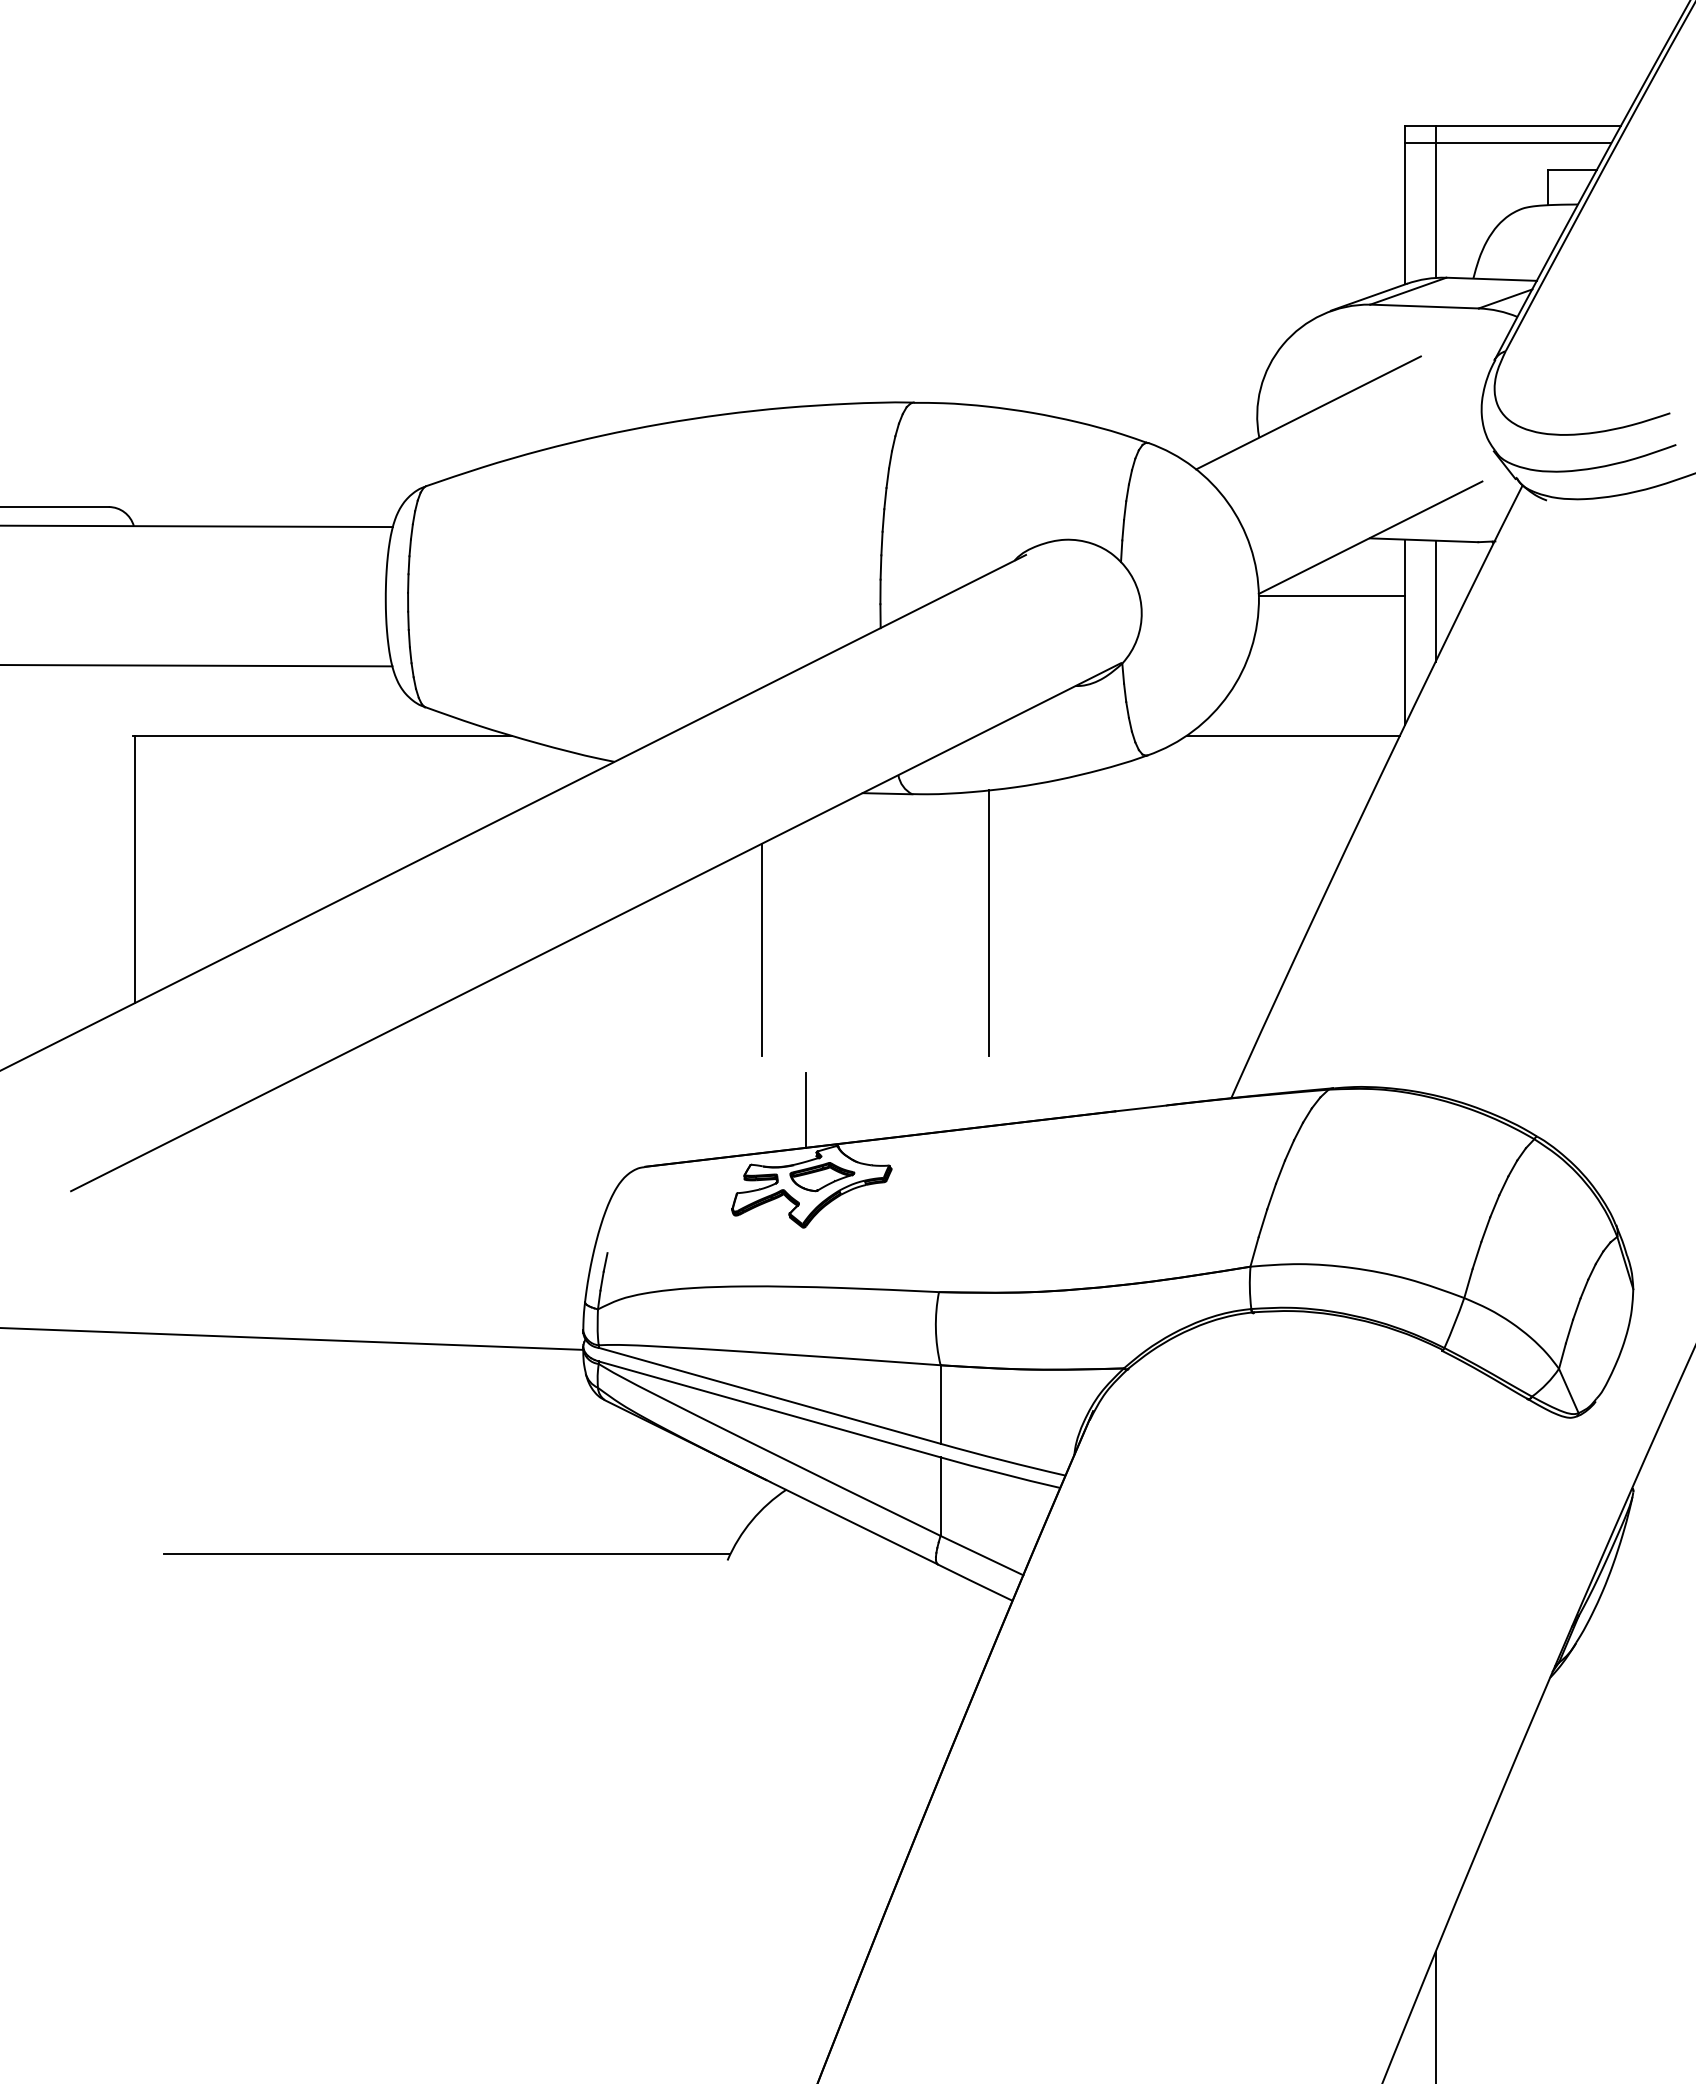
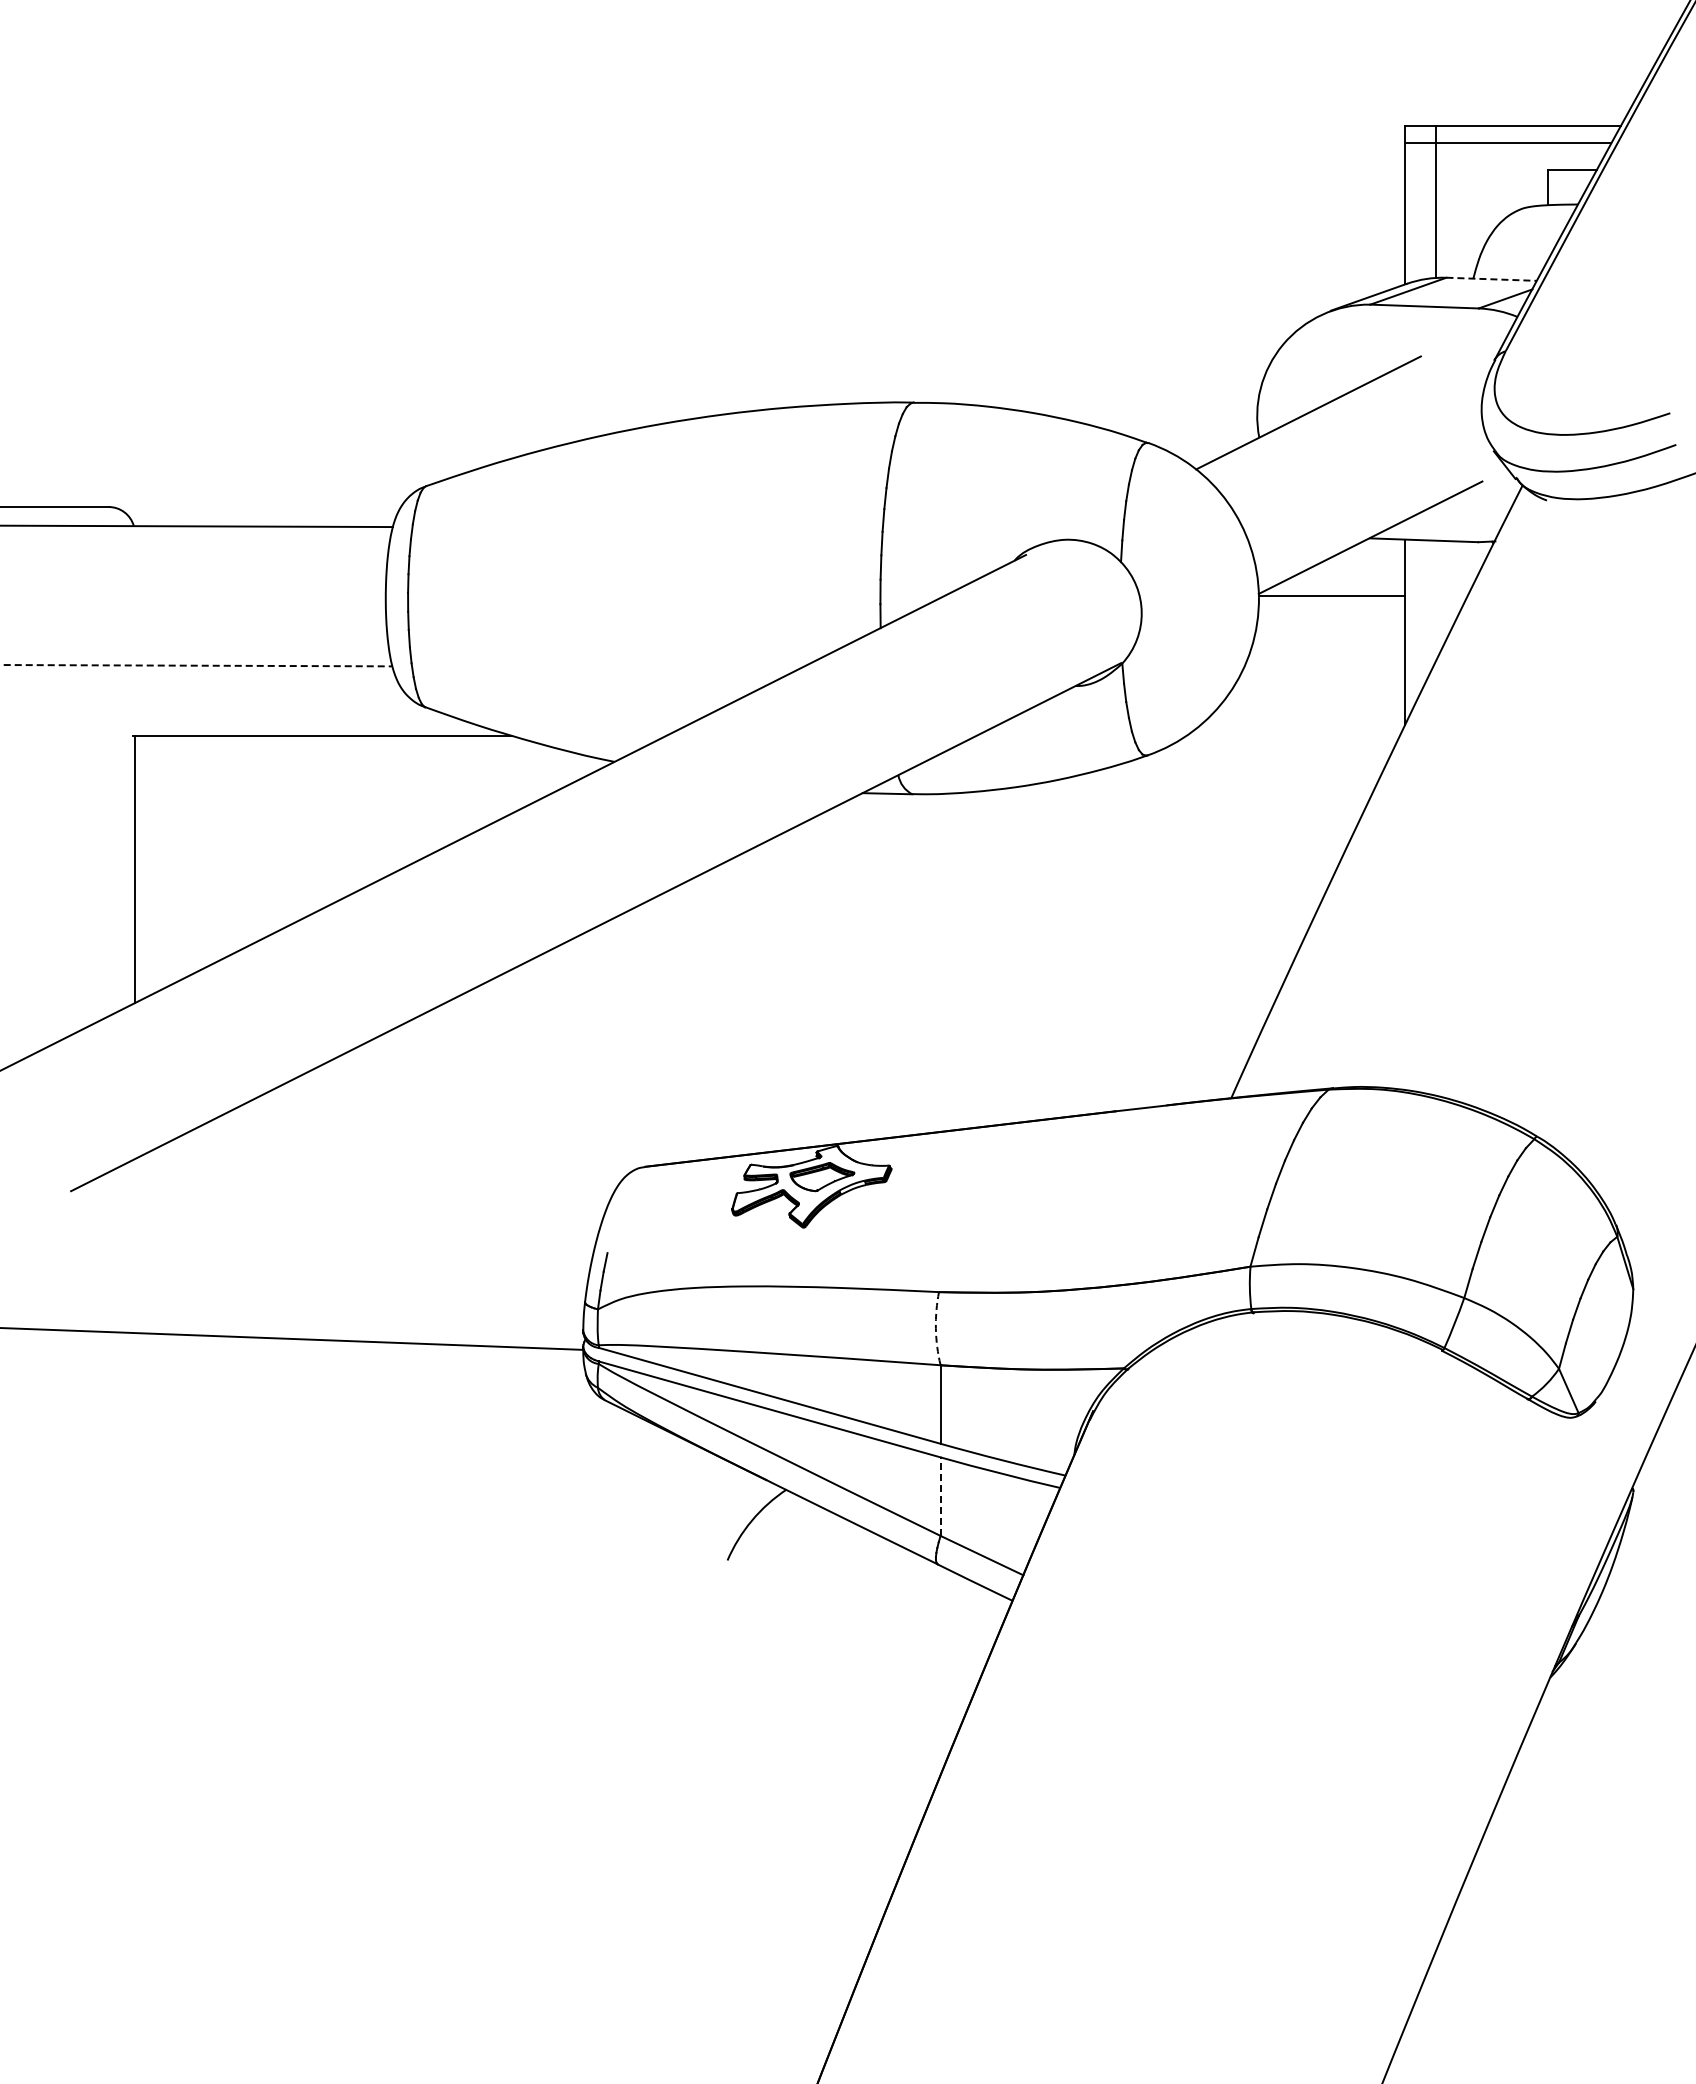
line at (1492, 279): solid -> dashed
line at (1435, 601): present -> none
line at (196, 665): solid -> dashed
line at (1293, 735): present -> none
line at (988, 922): present -> none
line at (762, 949): present -> none
line at (805, 1110): present -> none
arc at (935, 1328): solid -> dashed
line at (940, 1496): solid -> dashed
line at (447, 1554): present -> none
line at (1435, 2016): present -> none
